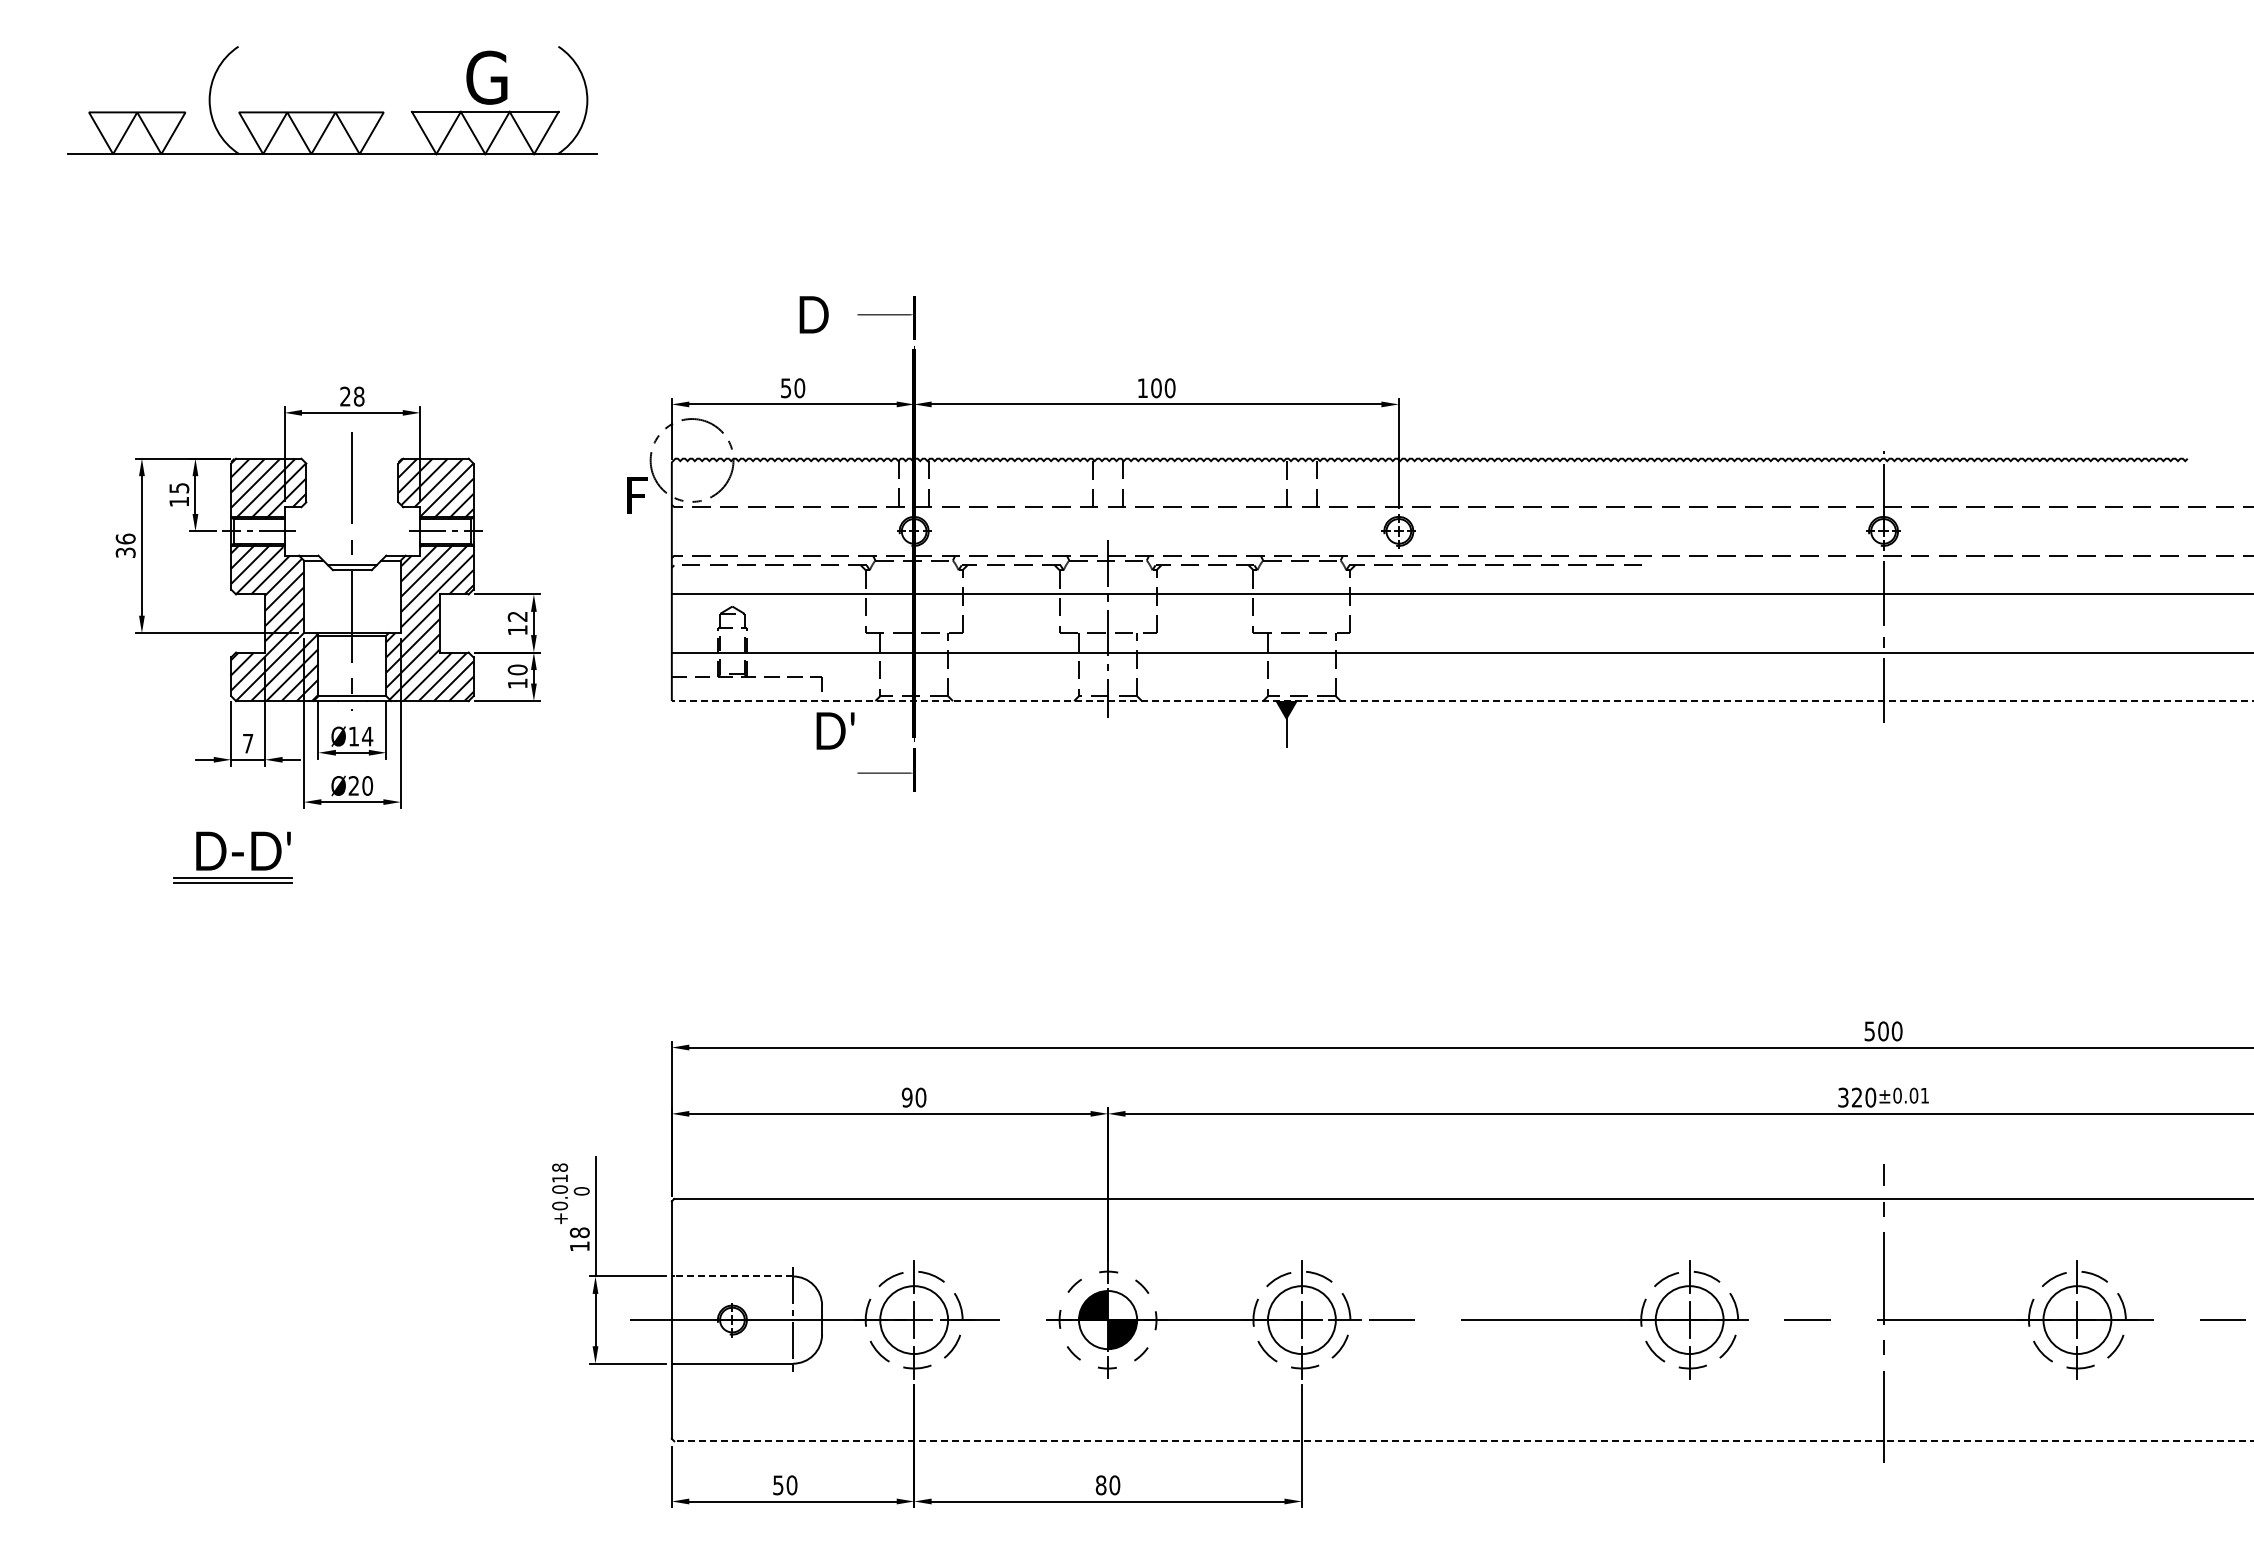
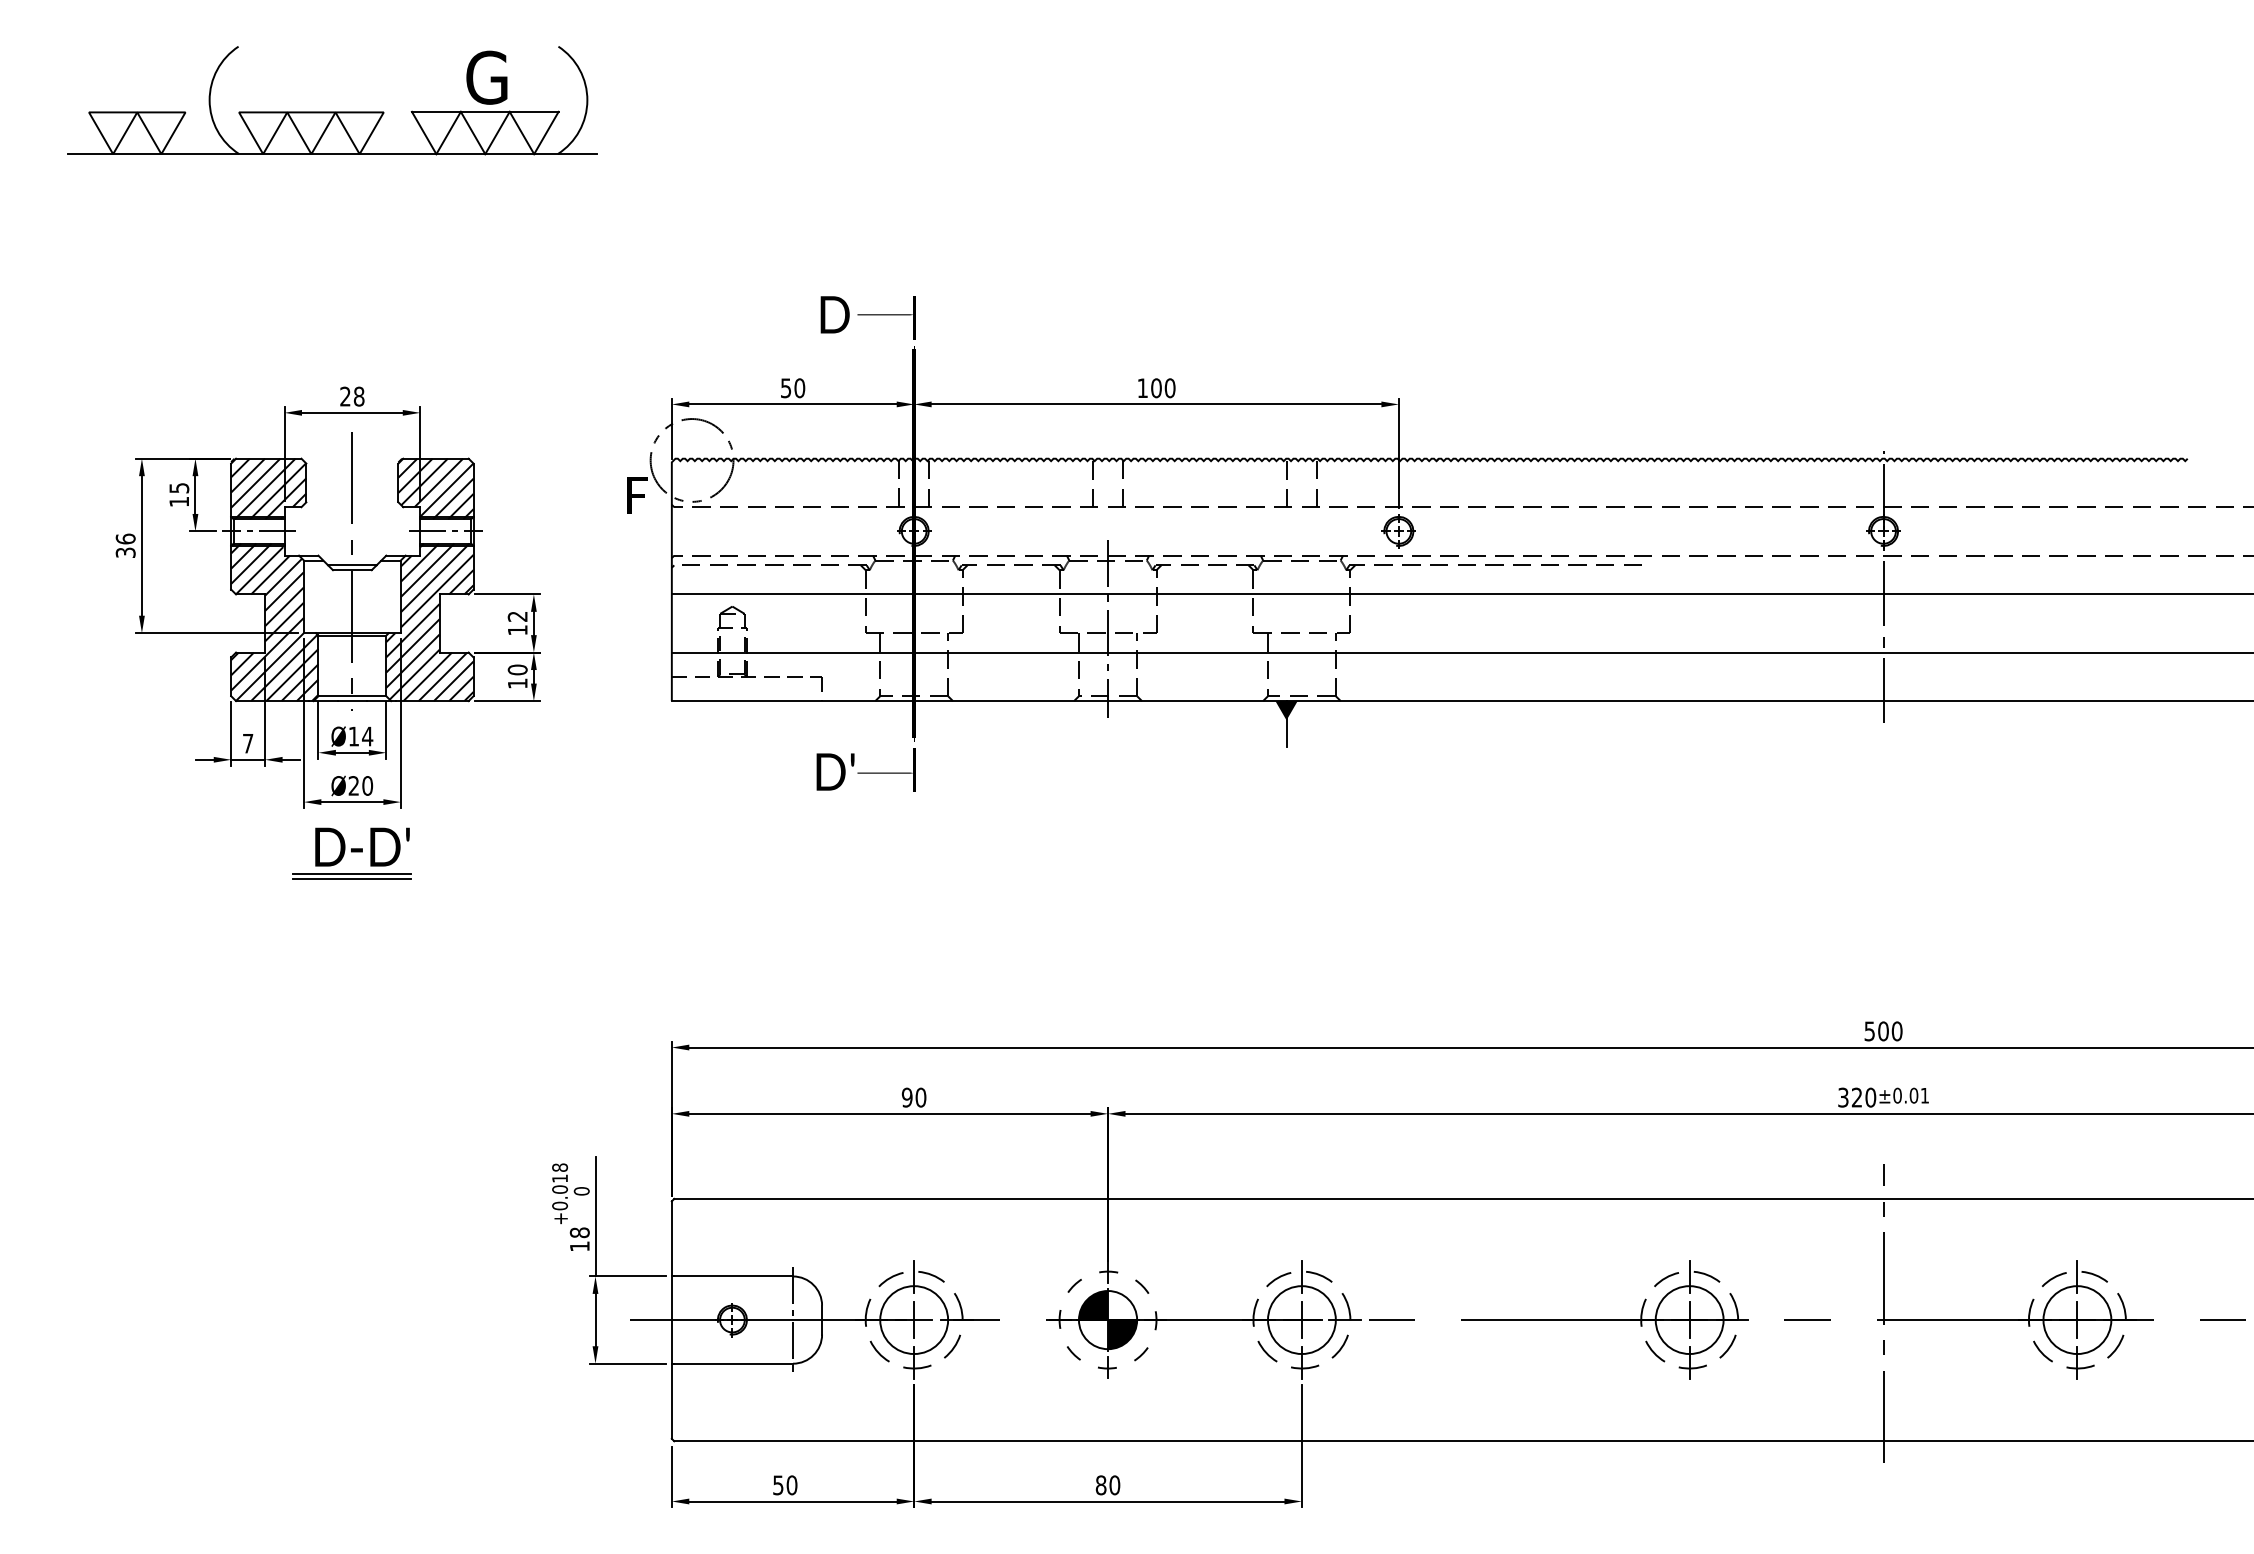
text at (813, 314) position: (813, 314) -> (834, 314)
line at (1462, 701): dashed -> solid
text at (835, 730) position: (835, 730) -> (835, 771)
part at (232, 857) position: (232, 857) -> (351, 853)
line at (733, 1276): dashed -> solid
line at (1464, 1441): dashed -> solid
